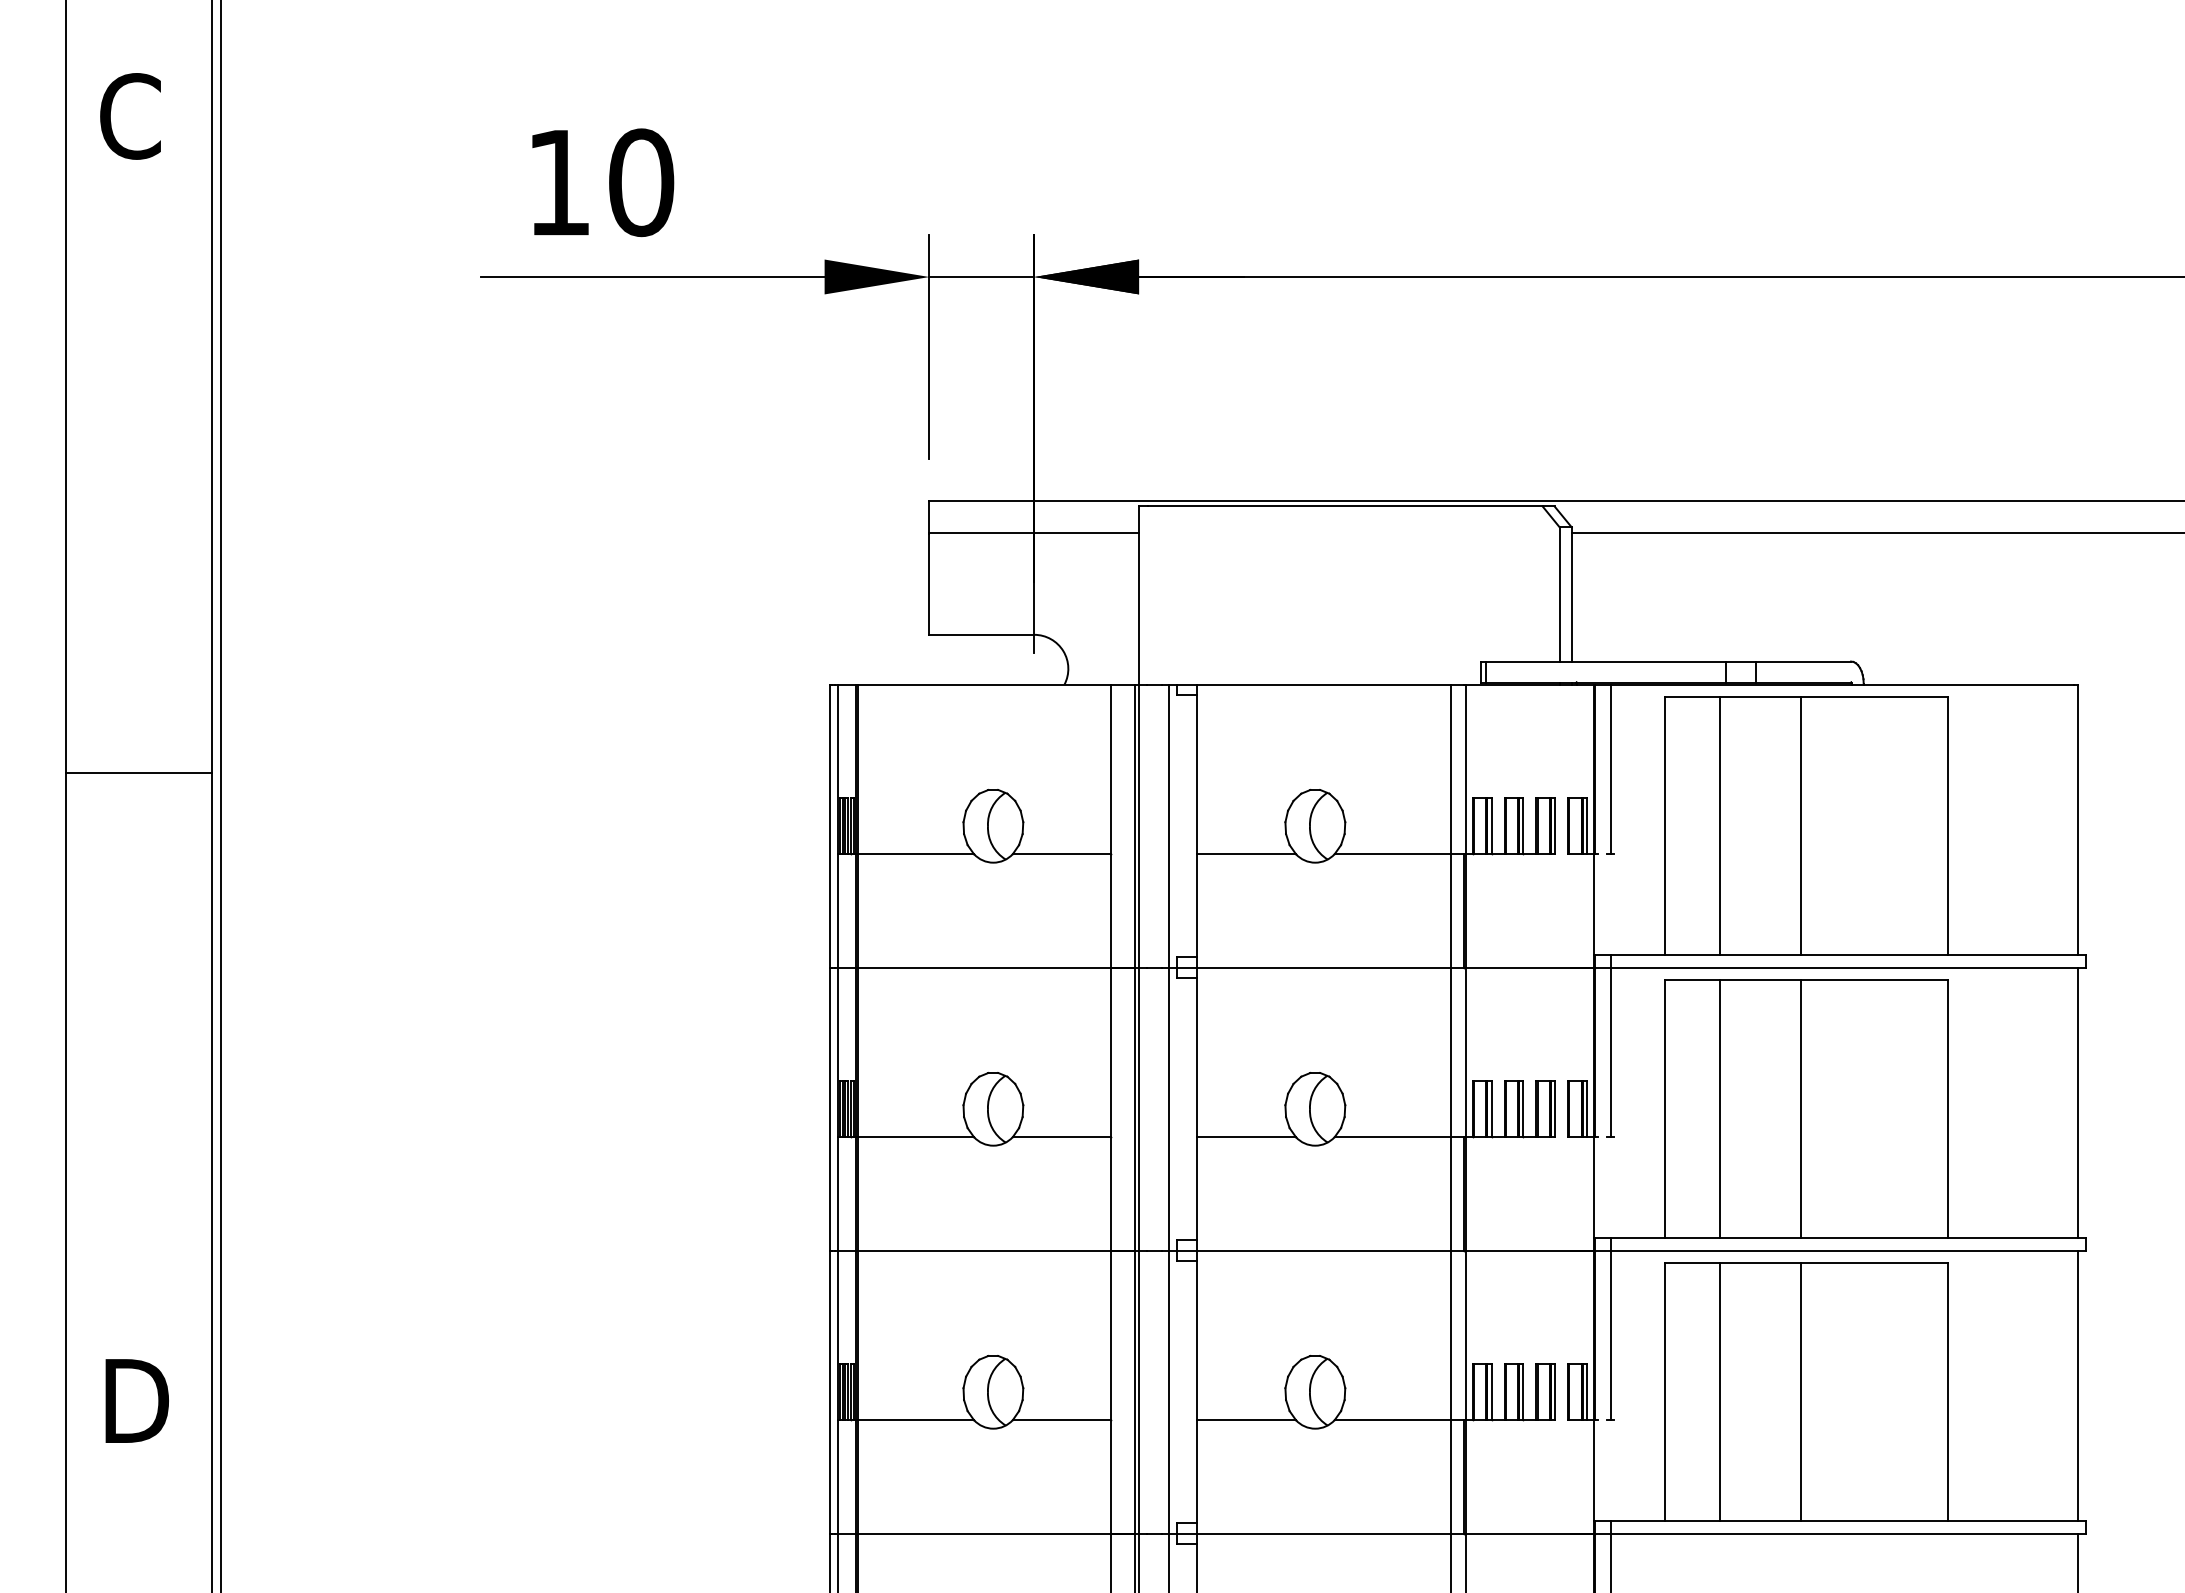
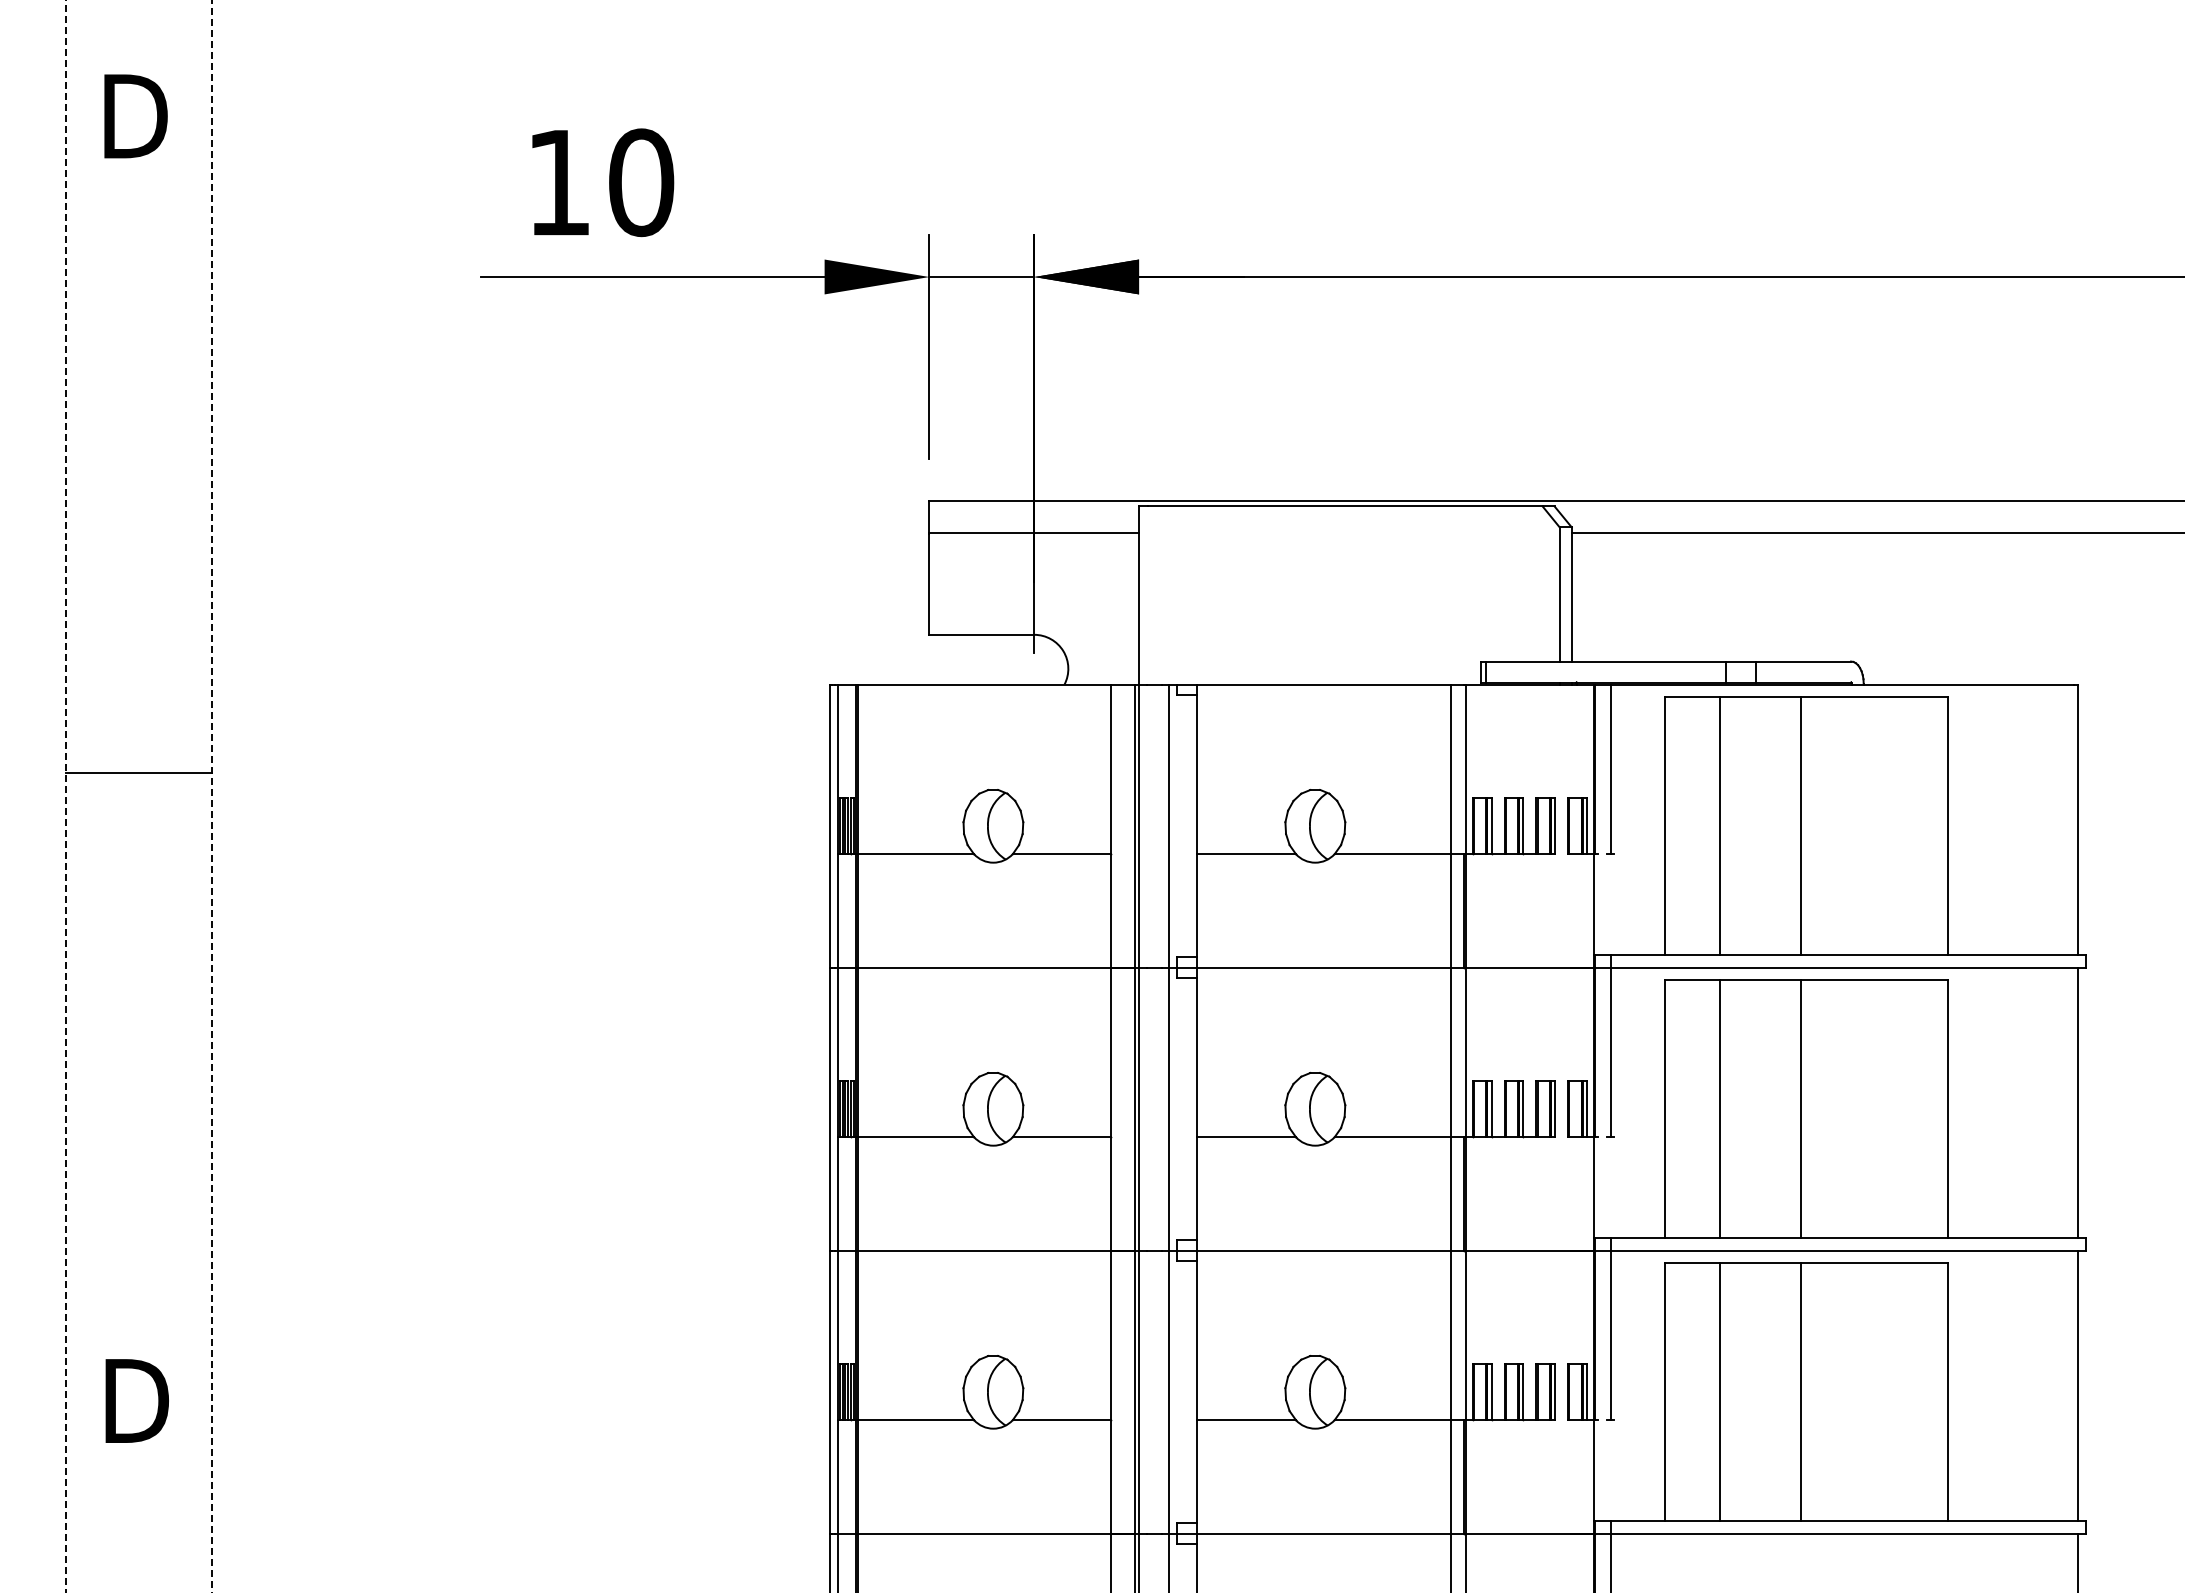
text at (133, 116): C -> D
line at (220, 795): present -> none
line at (65, 796): solid -> dashed
line at (212, 796): solid -> dashed
